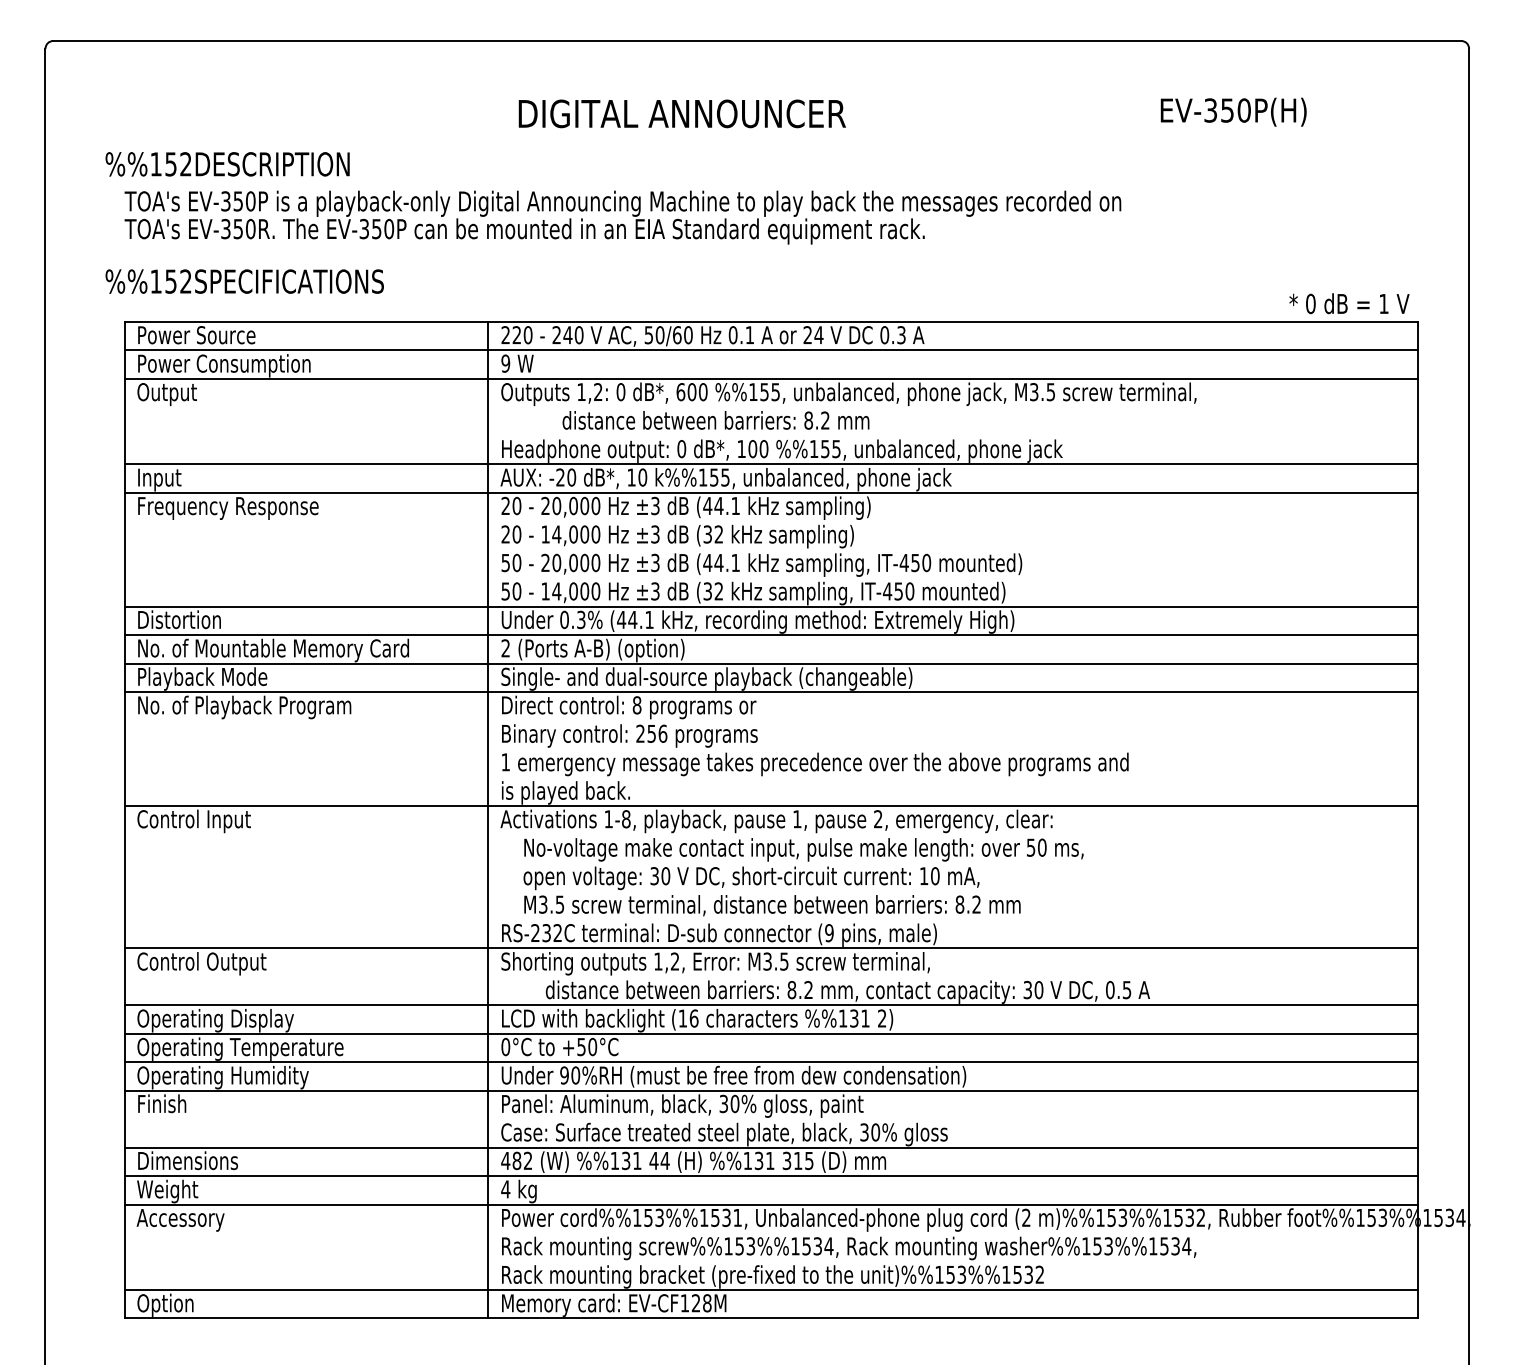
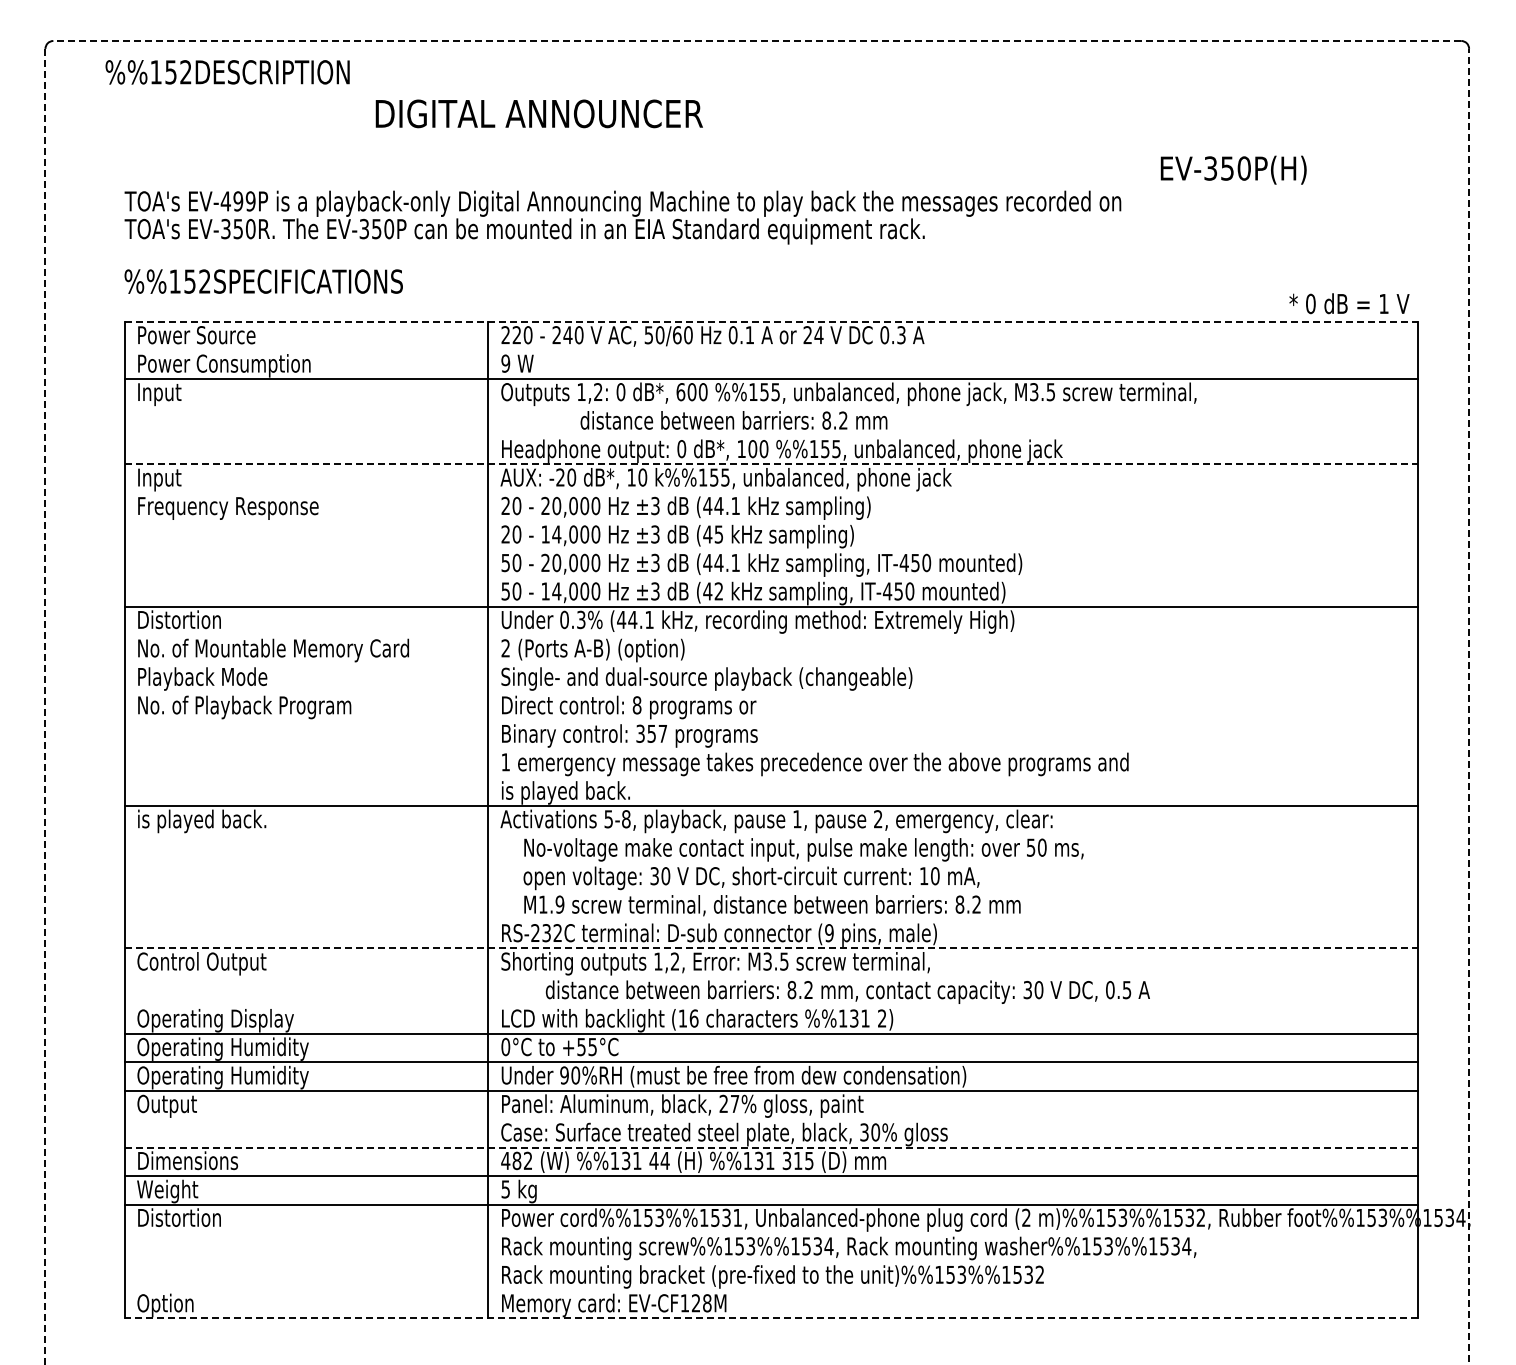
line at (757, 40): solid -> dashed
text at (1233, 111) position: (1233, 111) -> (1233, 169)
text at (681, 113) position: (681, 113) -> (538, 113)
text at (227, 164) position: (227, 164) -> (227, 72)
text at (237, 201): EV-350P -> EV-499P
text at (244, 281) position: (244, 281) -> (263, 281)
line at (771, 321): solid -> dashed
line at (770, 350): present -> none
text at (166, 394): Output -> Input
text at (715, 420) position: (715, 420) -> (733, 420)
line at (771, 464): solid -> dashed
line at (770, 492): present -> none
text at (712, 534): (32 -> (45
text at (707, 591): (32 -> (42
line at (770, 635): present -> none
line at (770, 663): present -> none
line at (770, 692): present -> none
line at (45, 706): solid -> dashed
line at (1469, 706): solid -> dashed
text at (651, 733): 256 -> 357
text at (608, 819): 1-8, -> 5-8,
text at (201, 821): Control Input -> is played back.
text at (551, 904): M3.5 -> M1.9
line at (771, 948): solid -> dashed
line at (770, 1005): present -> none
text at (592, 1046): +50°C -> +55°C
text at (286, 1048): Operating Temperature -> Operating Humidity
text at (729, 1103): 30% -> 27%
text at (166, 1105): Finish -> Output
line at (771, 1147): solid -> dashed
text at (505, 1189): 4 -> 5
text at (180, 1219): Accessory -> Distortion
line at (770, 1290): present -> none
line at (771, 1318): solid -> dashed
